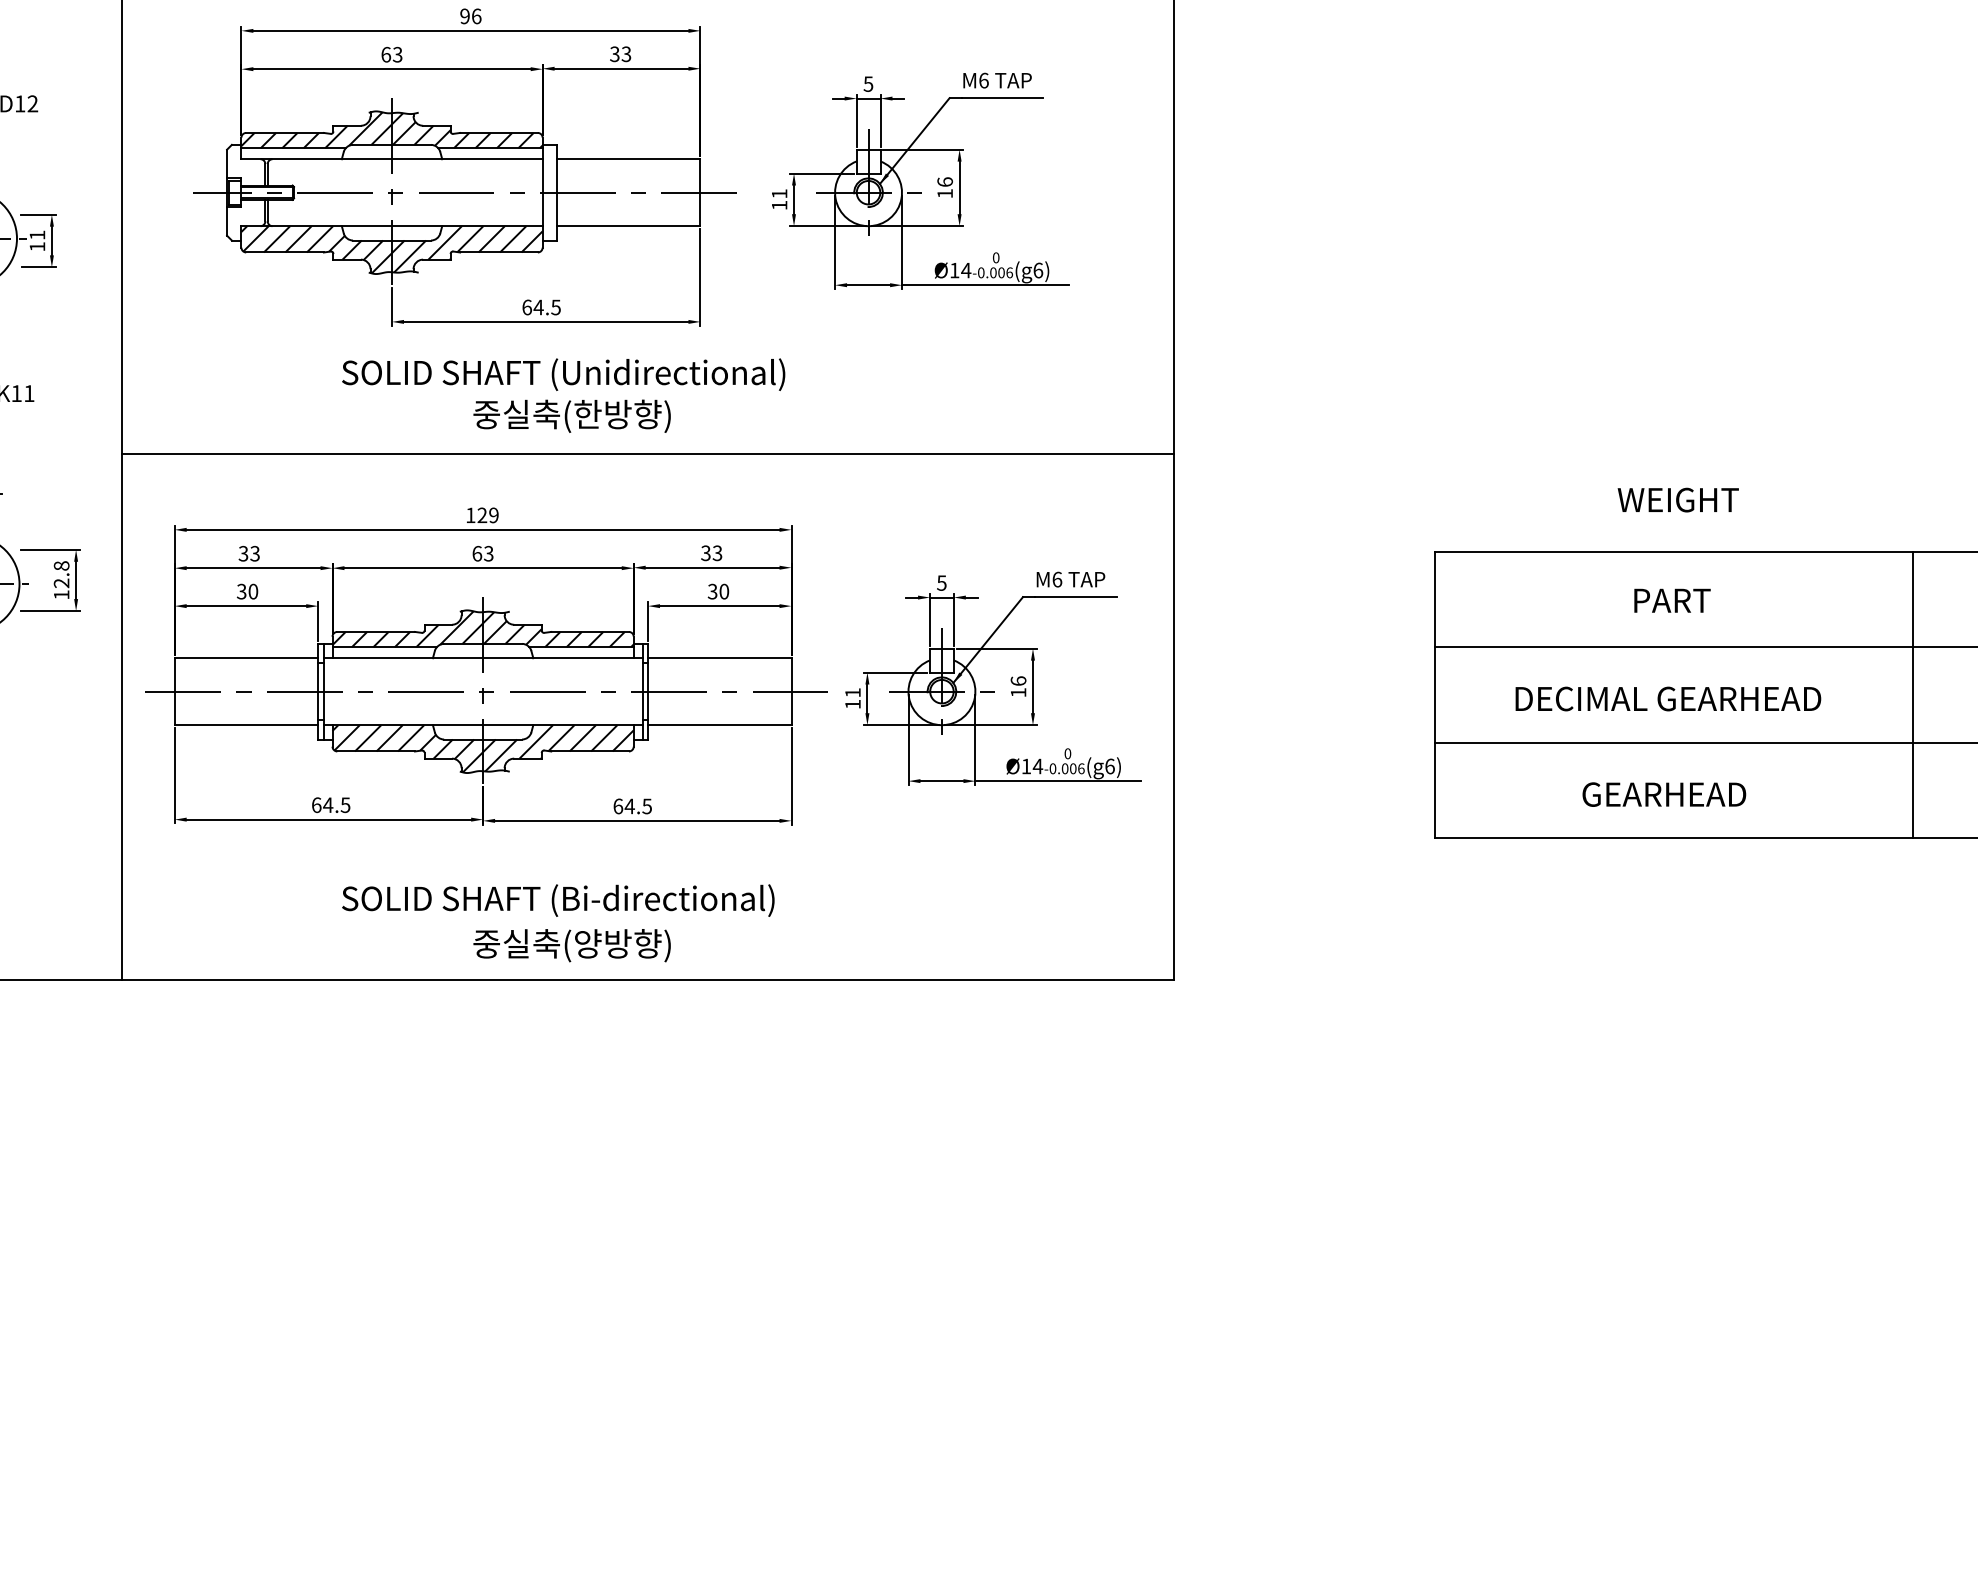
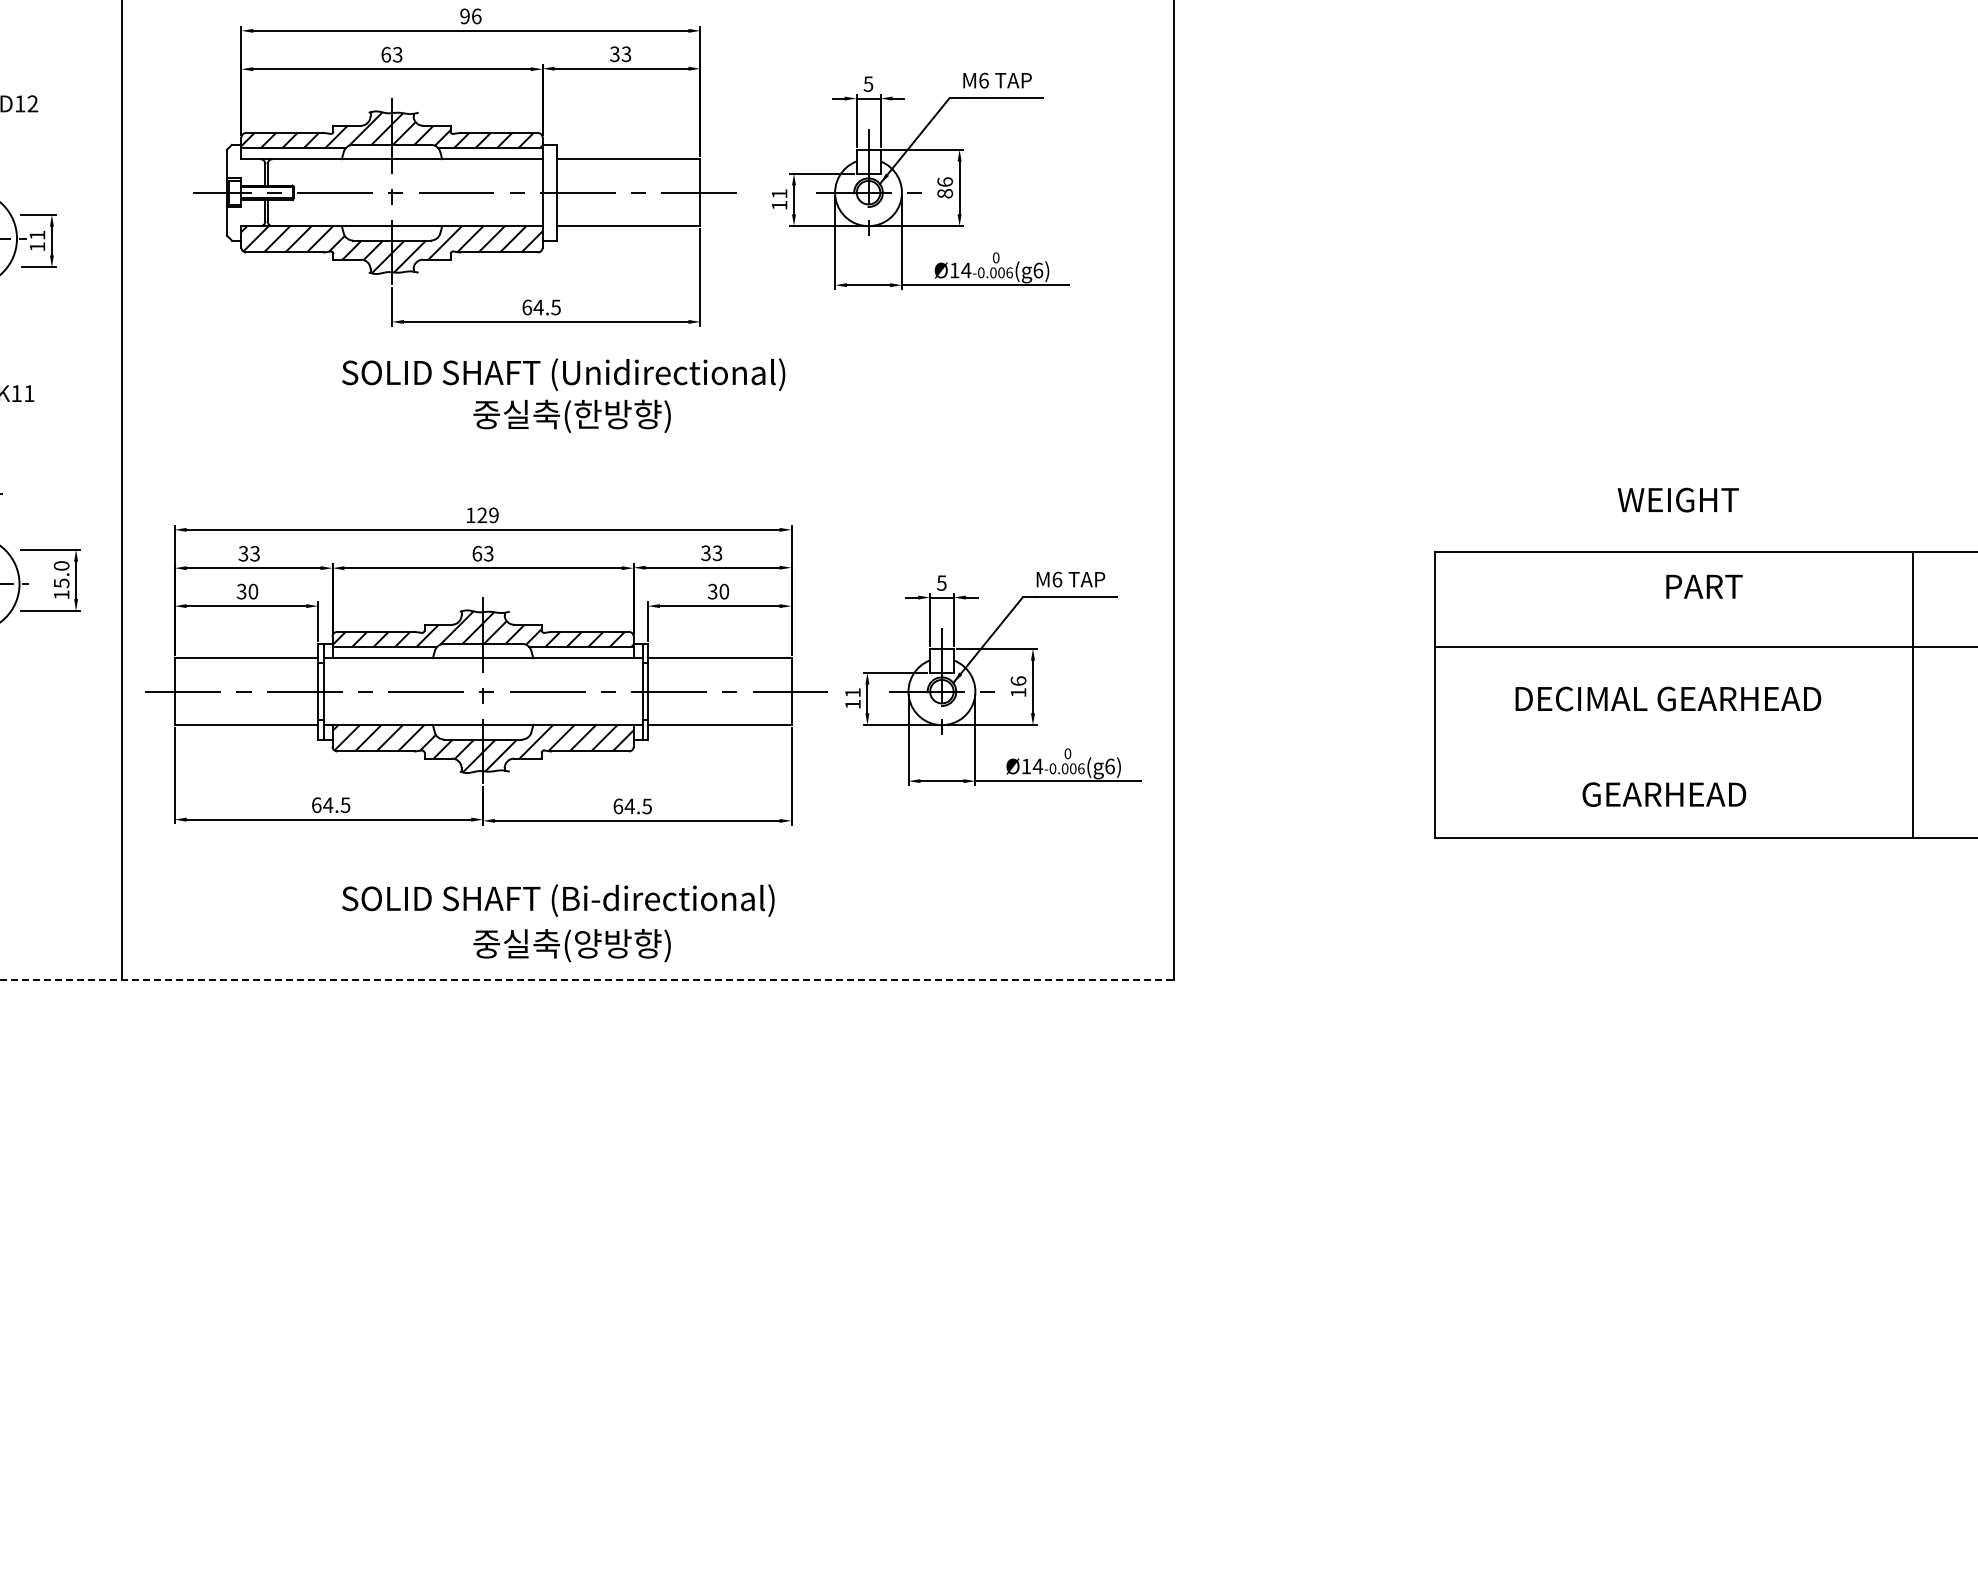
text at (945, 193): 16 -> 86
line at (648, 453): present -> none
text at (61, 574): 12.8 -> 15.0
text at (1672, 600) position: (1672, 600) -> (1704, 586)
line at (1704, 742): present -> none
line at (587, 979): solid -> dashed
